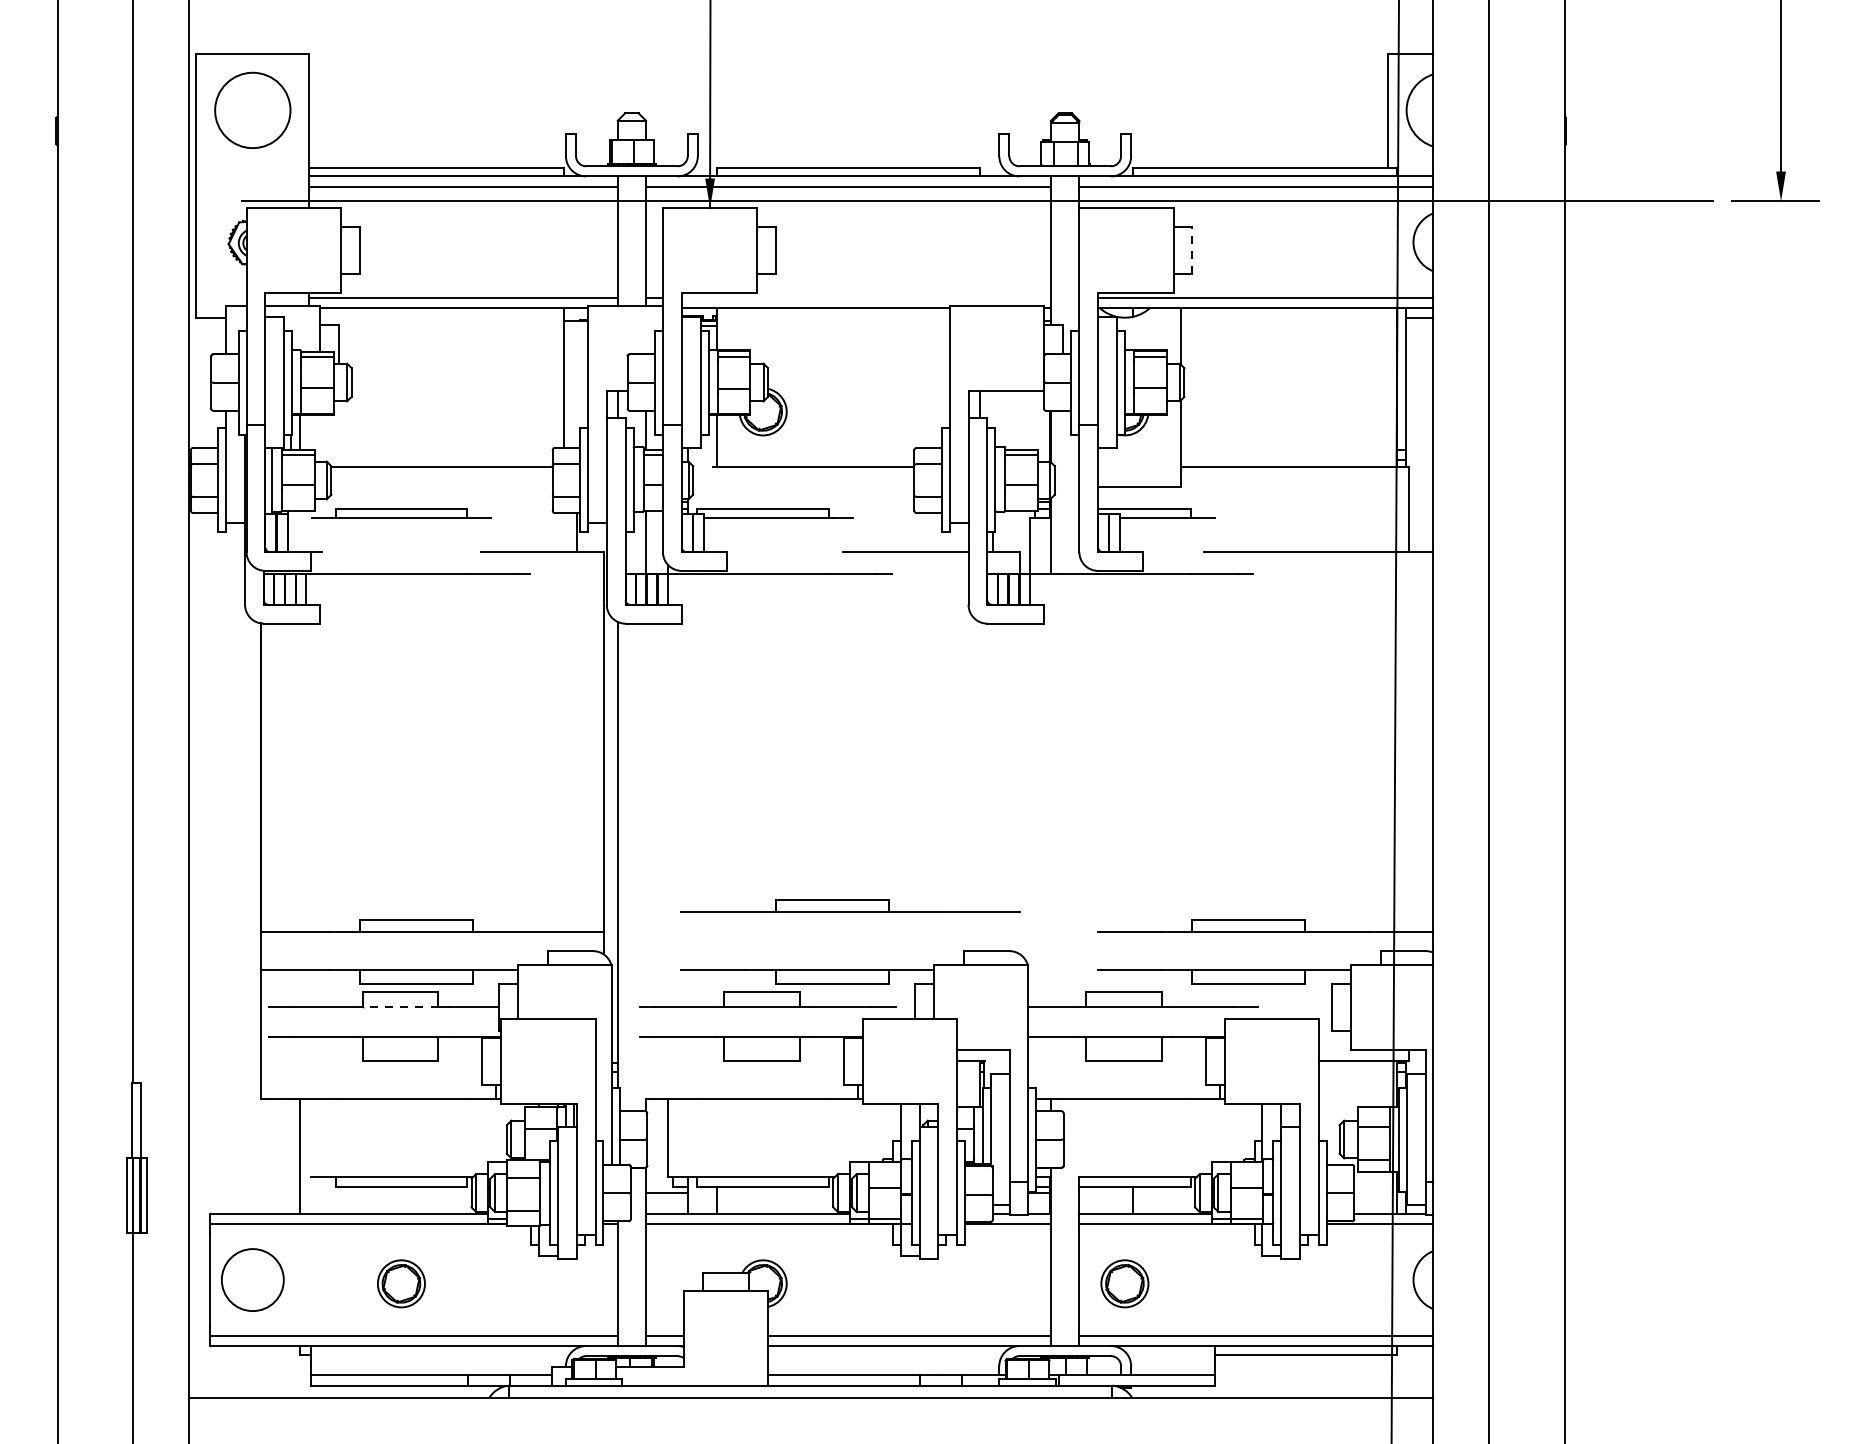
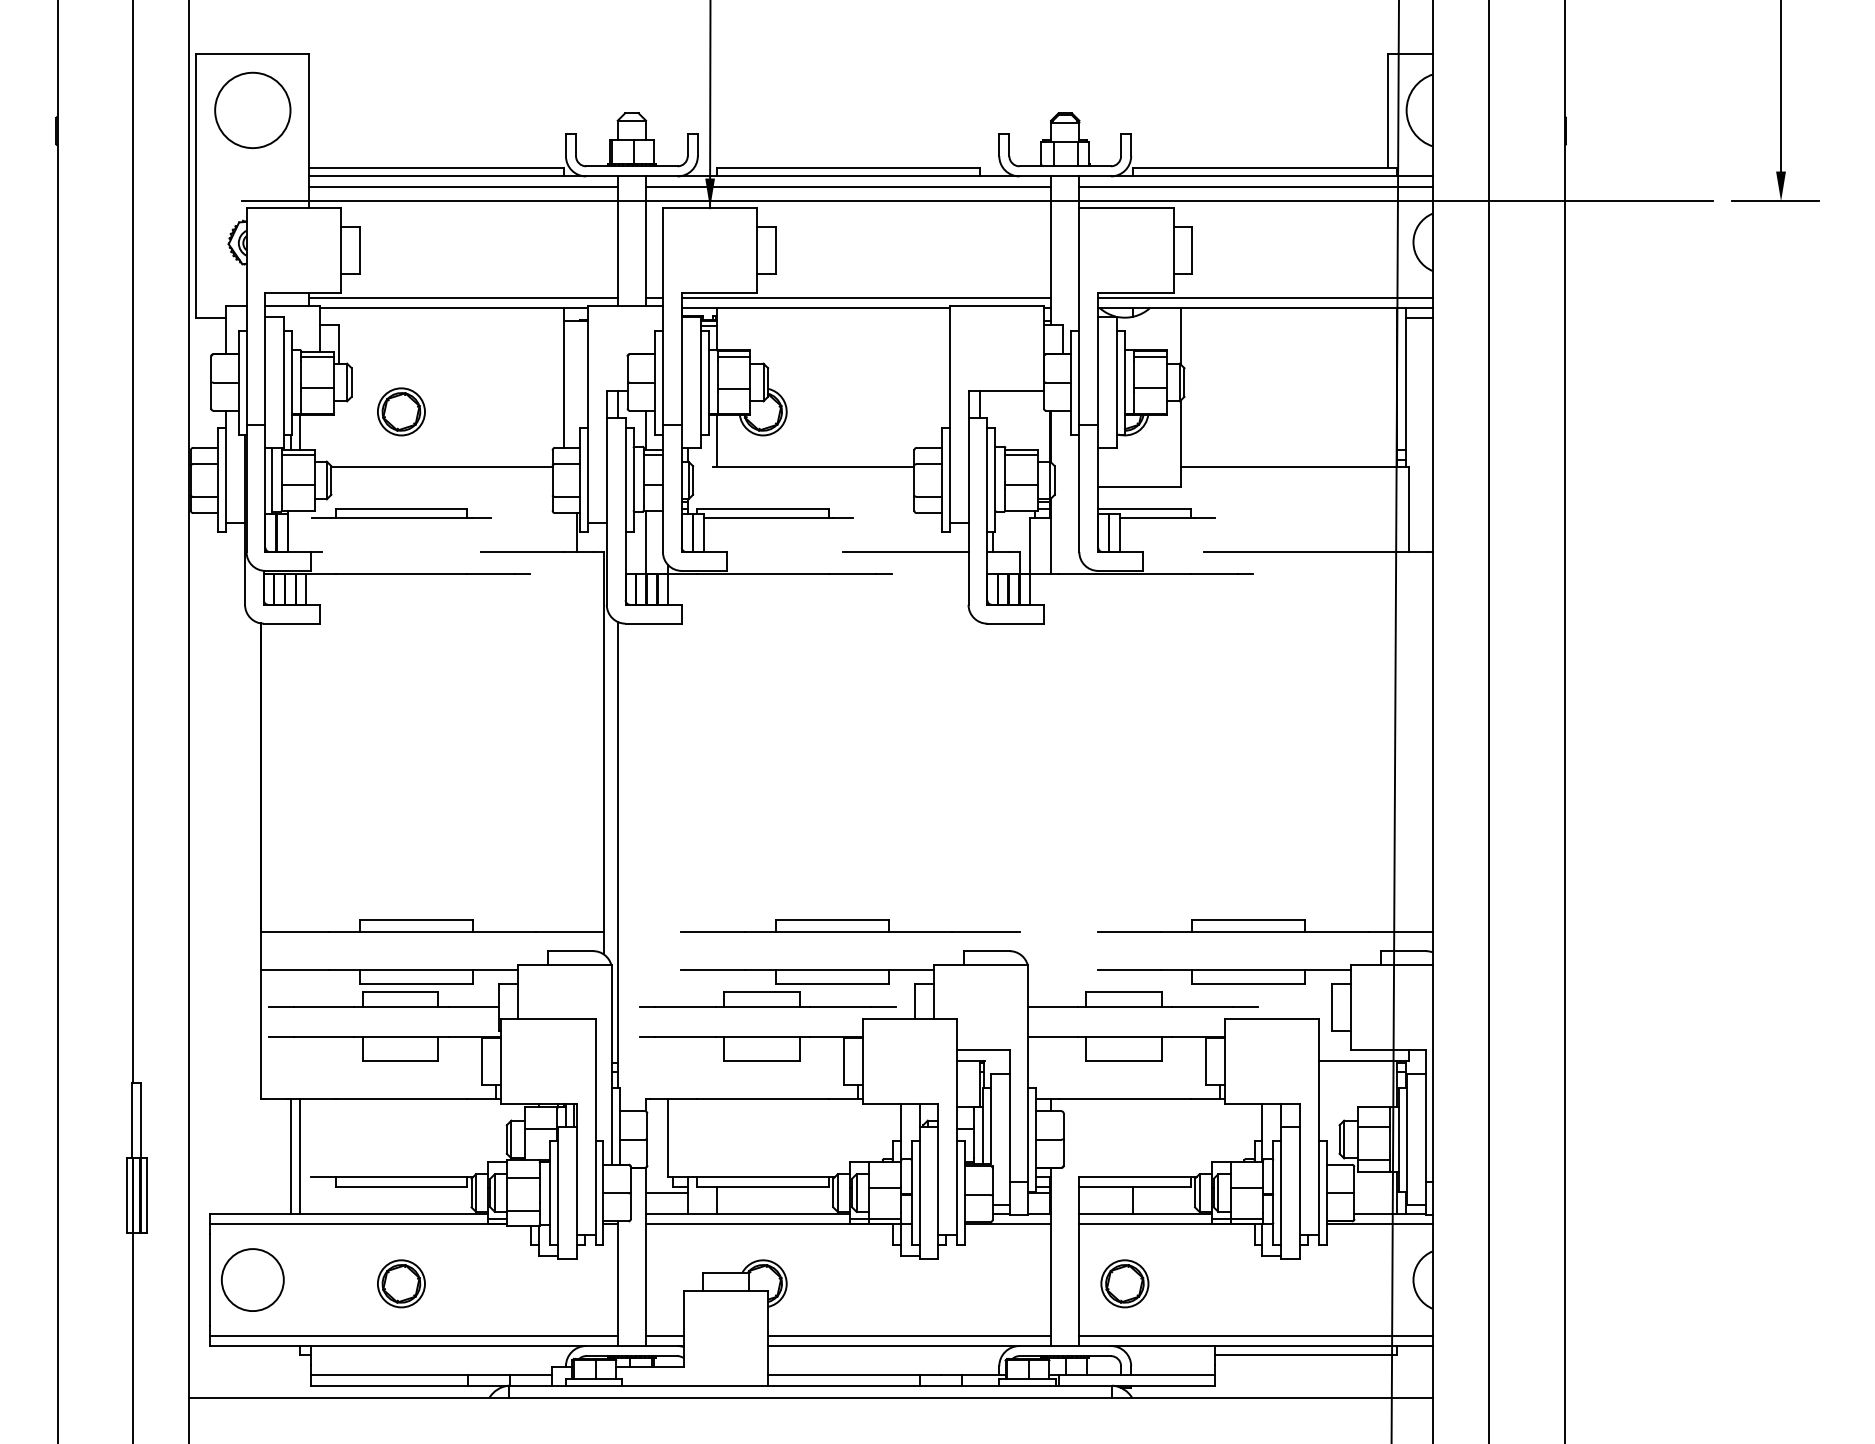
line at (1192, 250): dashed -> solid
line at (866, 298): none -> present
part at (401, 411): none -> present
part at (850, 905) position: (850, 905) -> (850, 925)
line at (400, 1006): dashed -> solid
line at (290, 1156): none -> present
